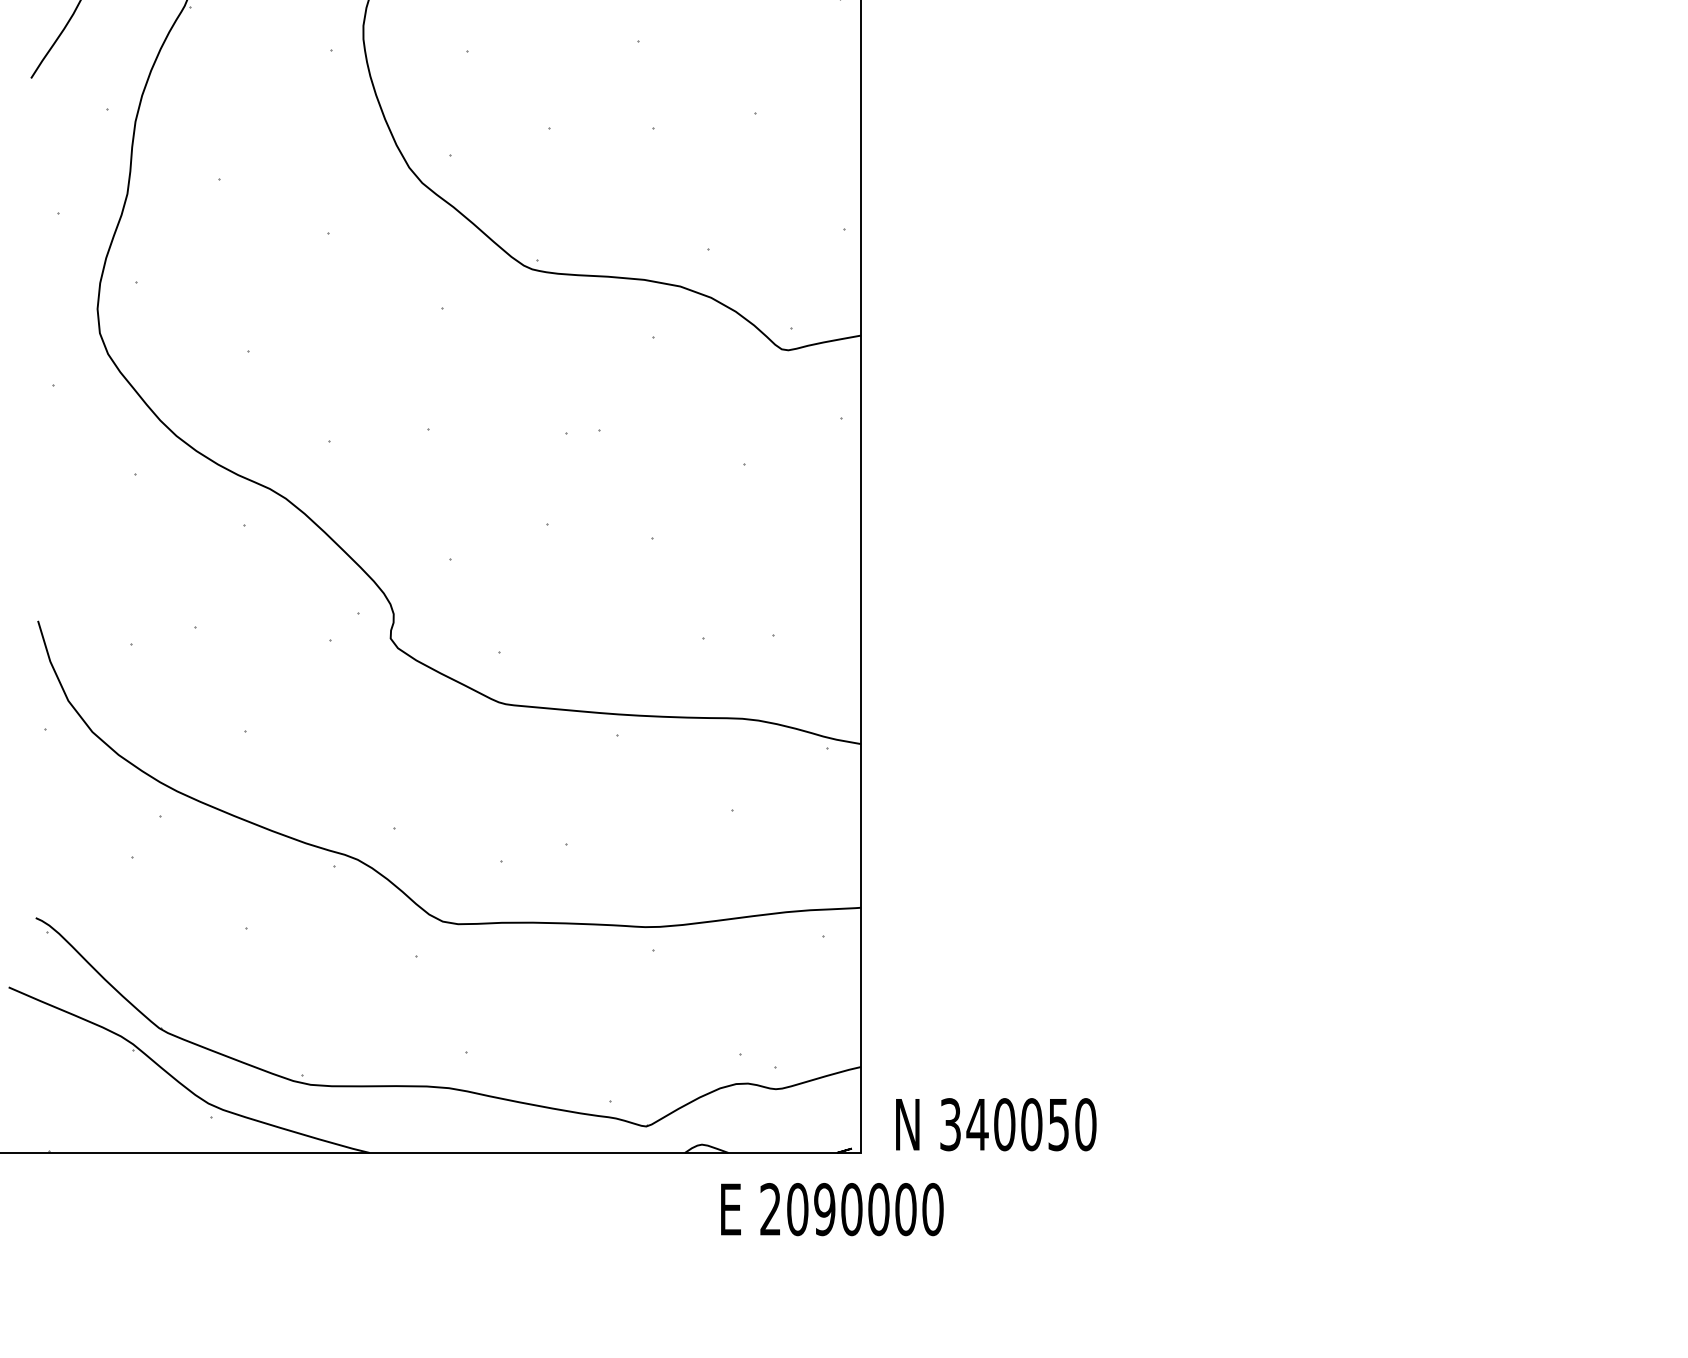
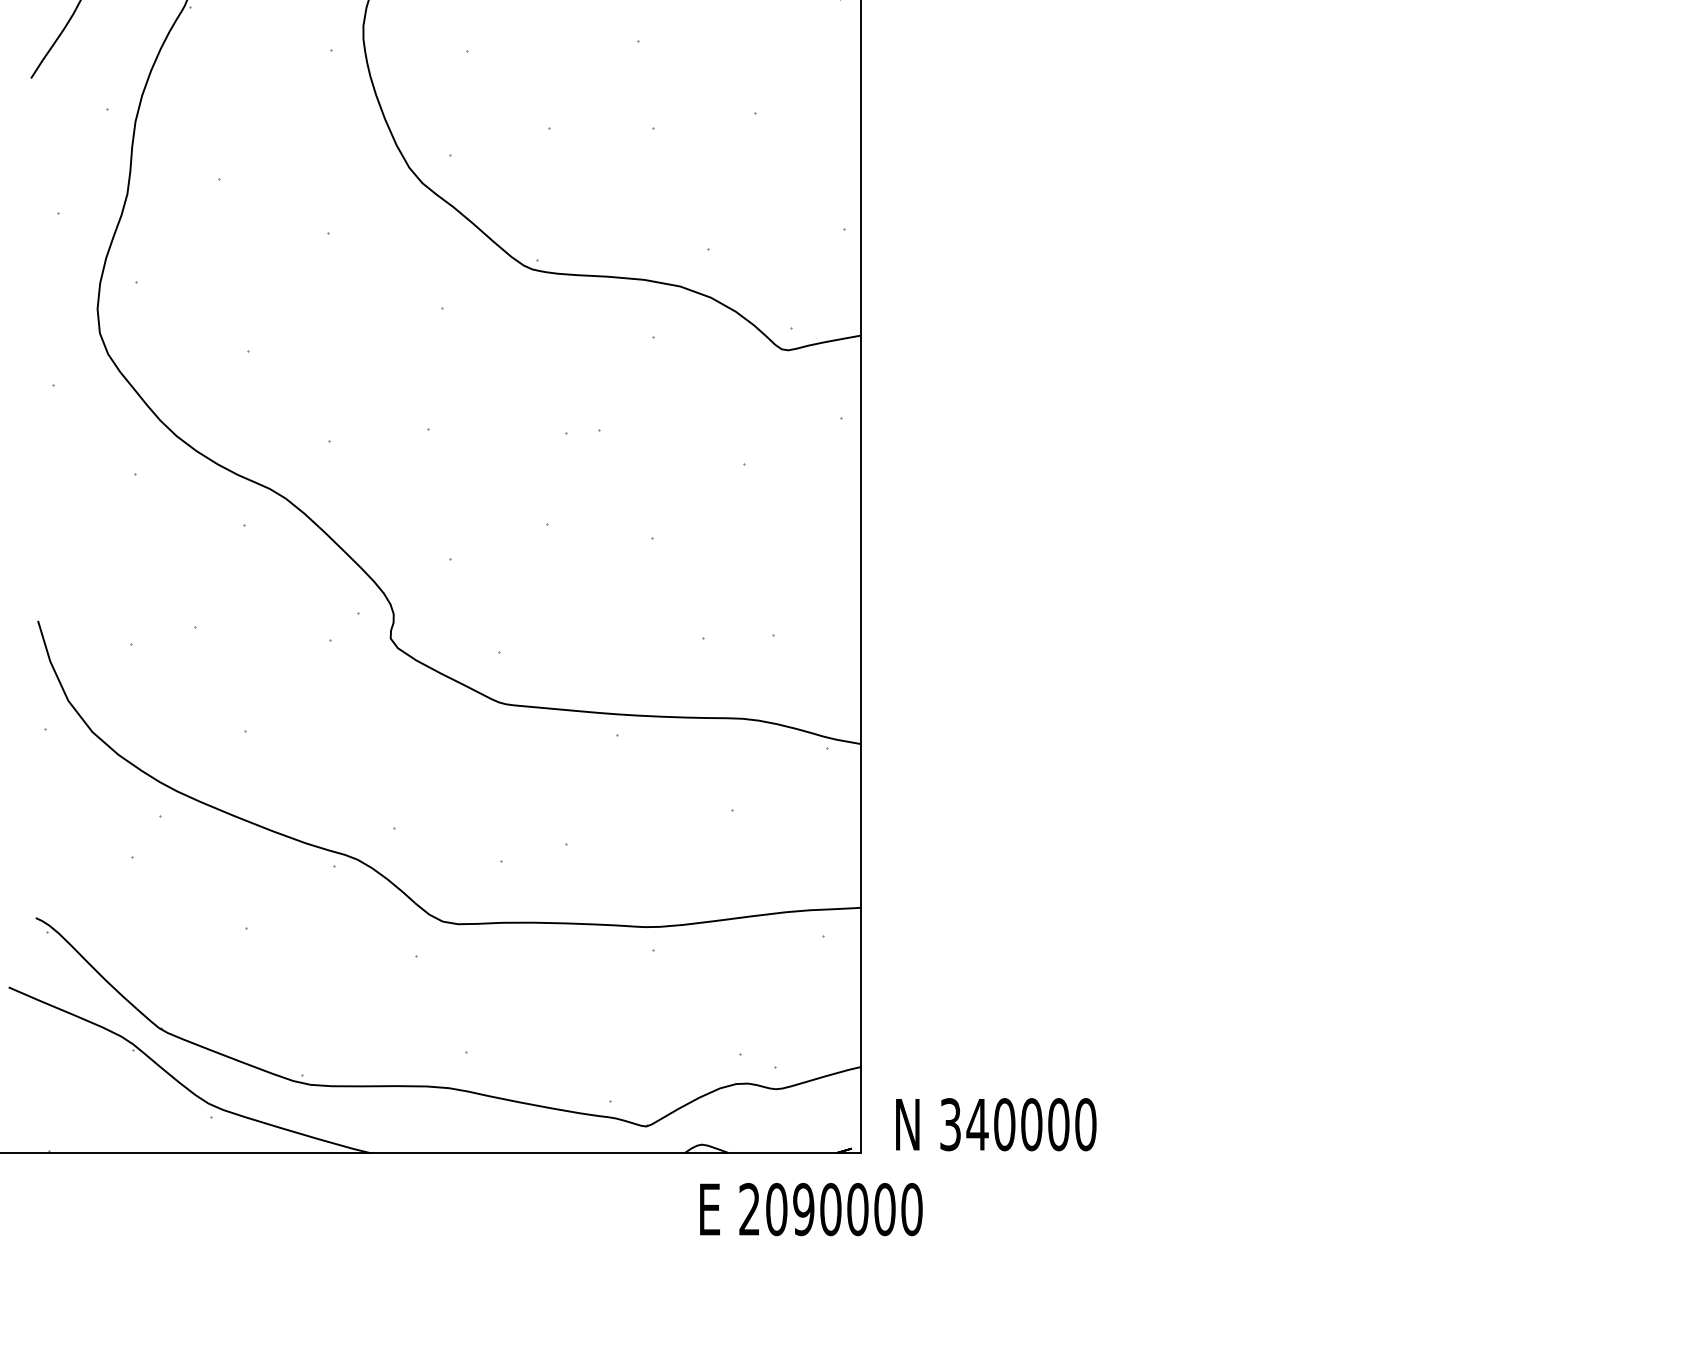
text at (1058, 1124): 340050 -> 340000
text at (832, 1209) position: (832, 1209) -> (811, 1209)
